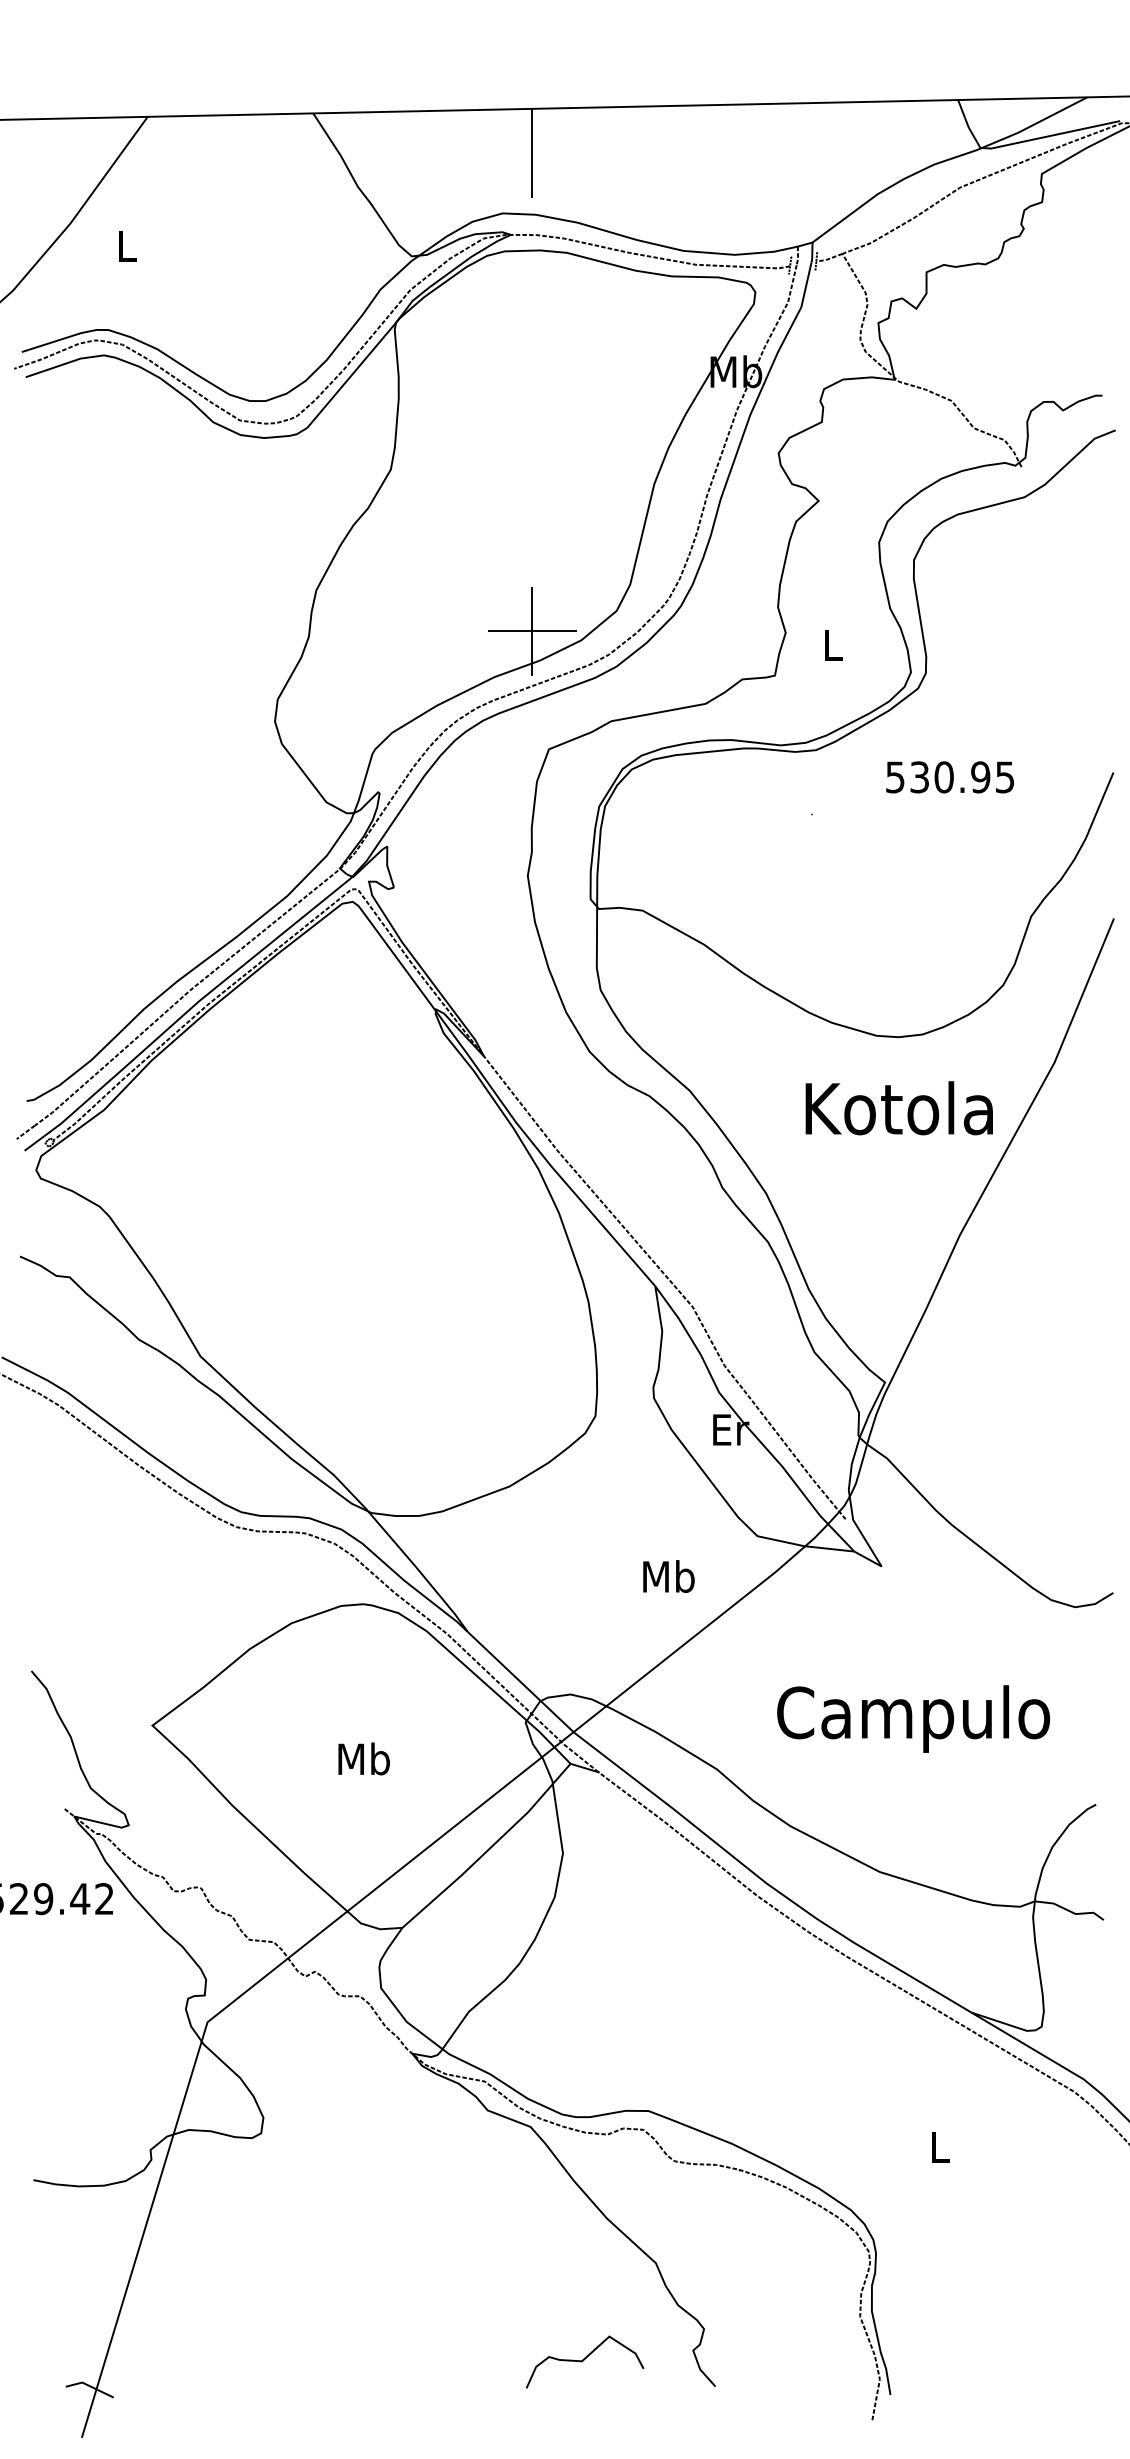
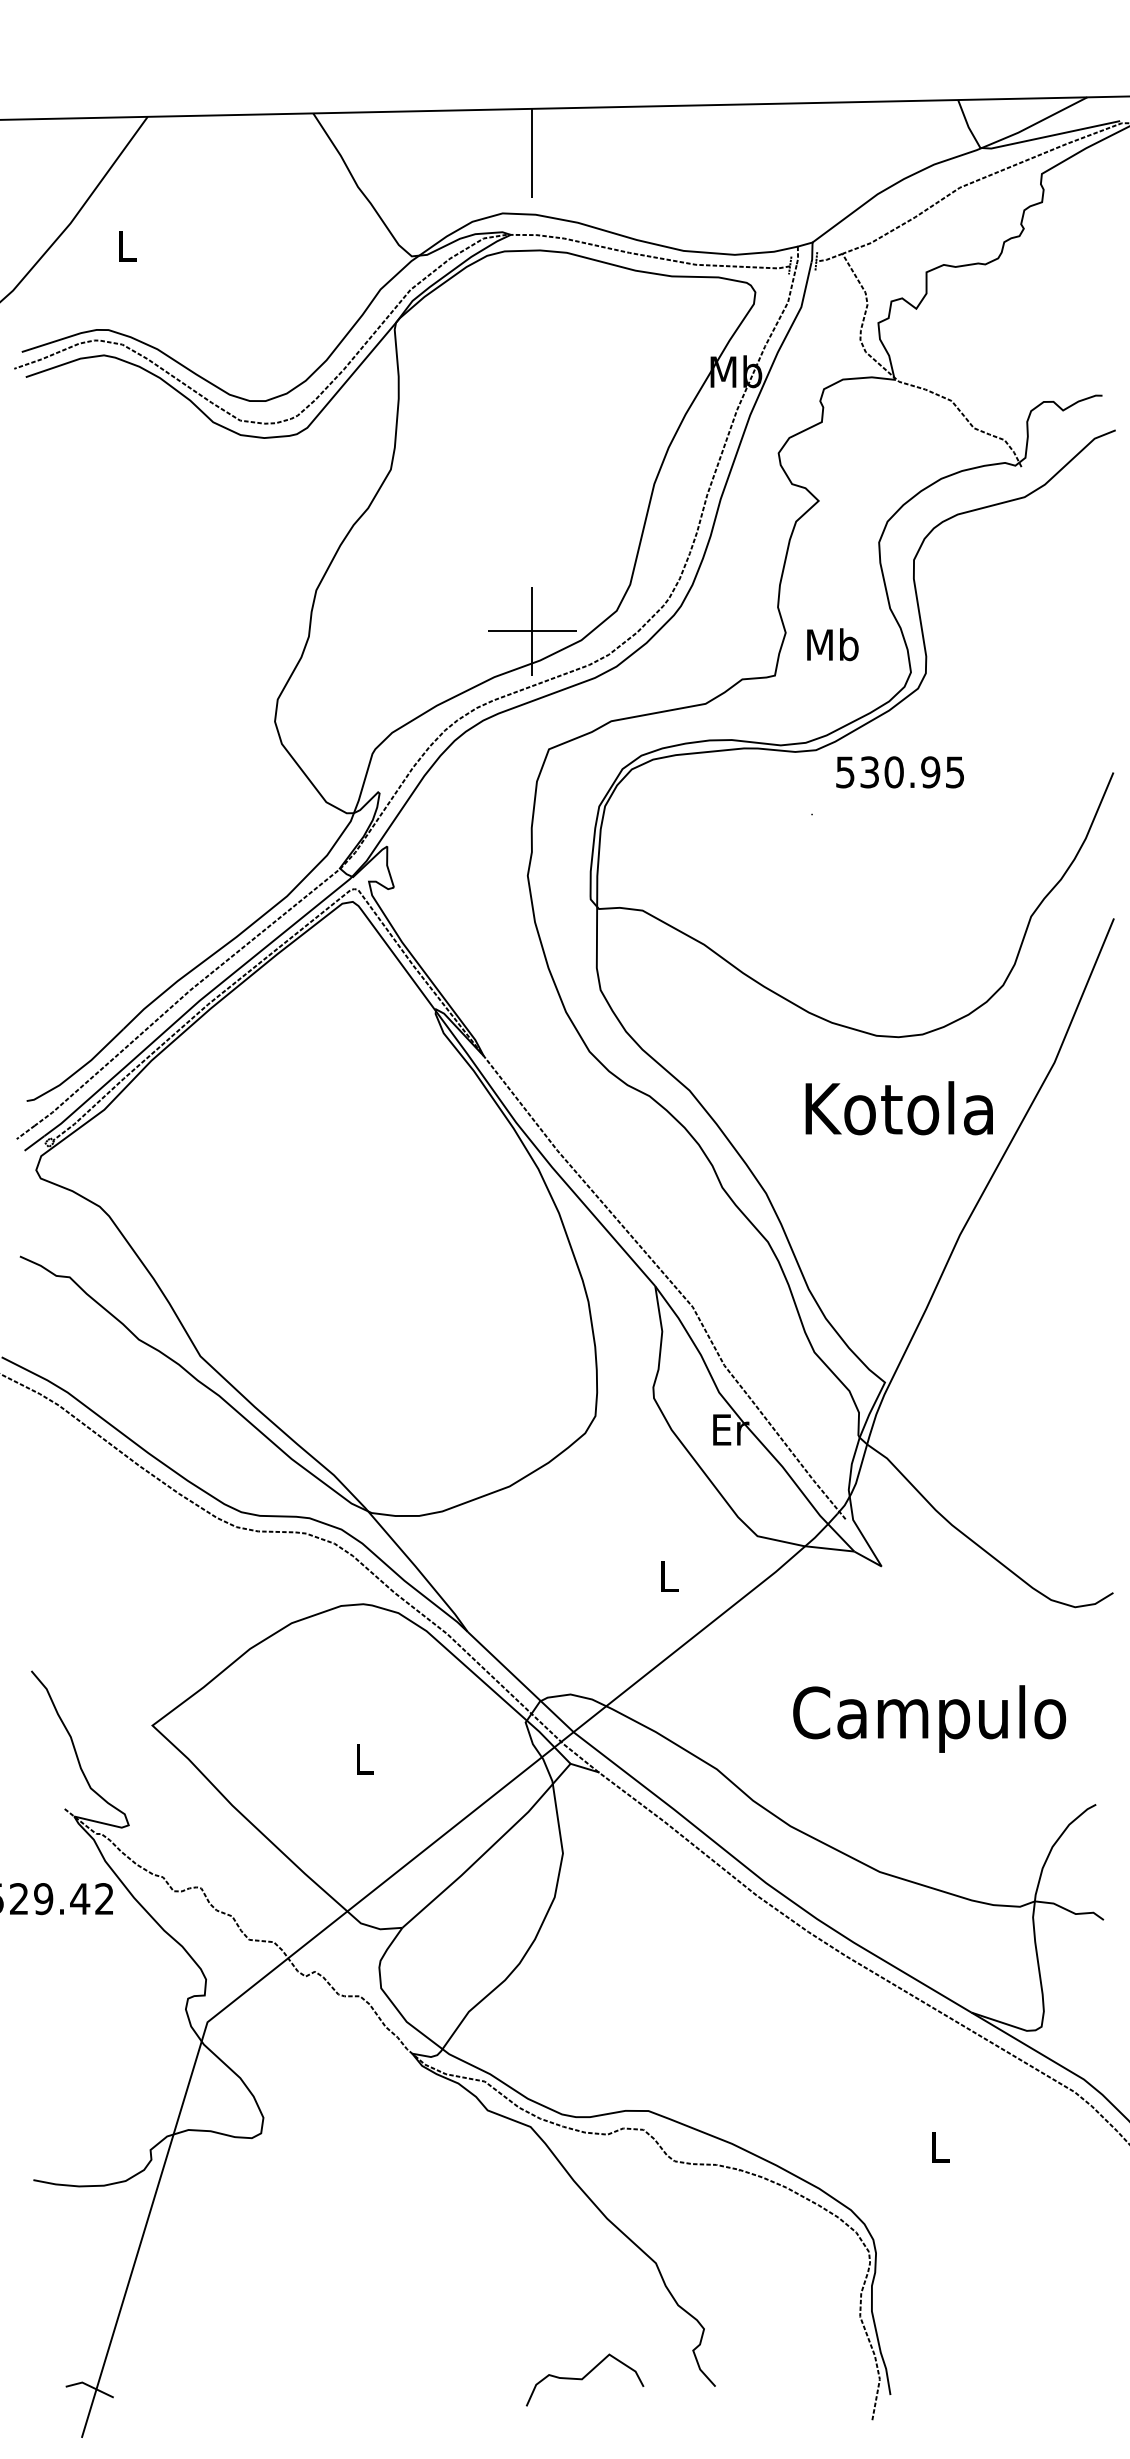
text at (832, 644): L -> Mb
text at (949, 777) position: (949, 777) -> (899, 772)
text at (668, 1576): Mb -> L
text at (913, 1718) position: (913, 1718) -> (929, 1718)
text at (363, 1758): Mb -> L
curve at (584, 2360) position: (584, 2360) -> (584, 2378)
